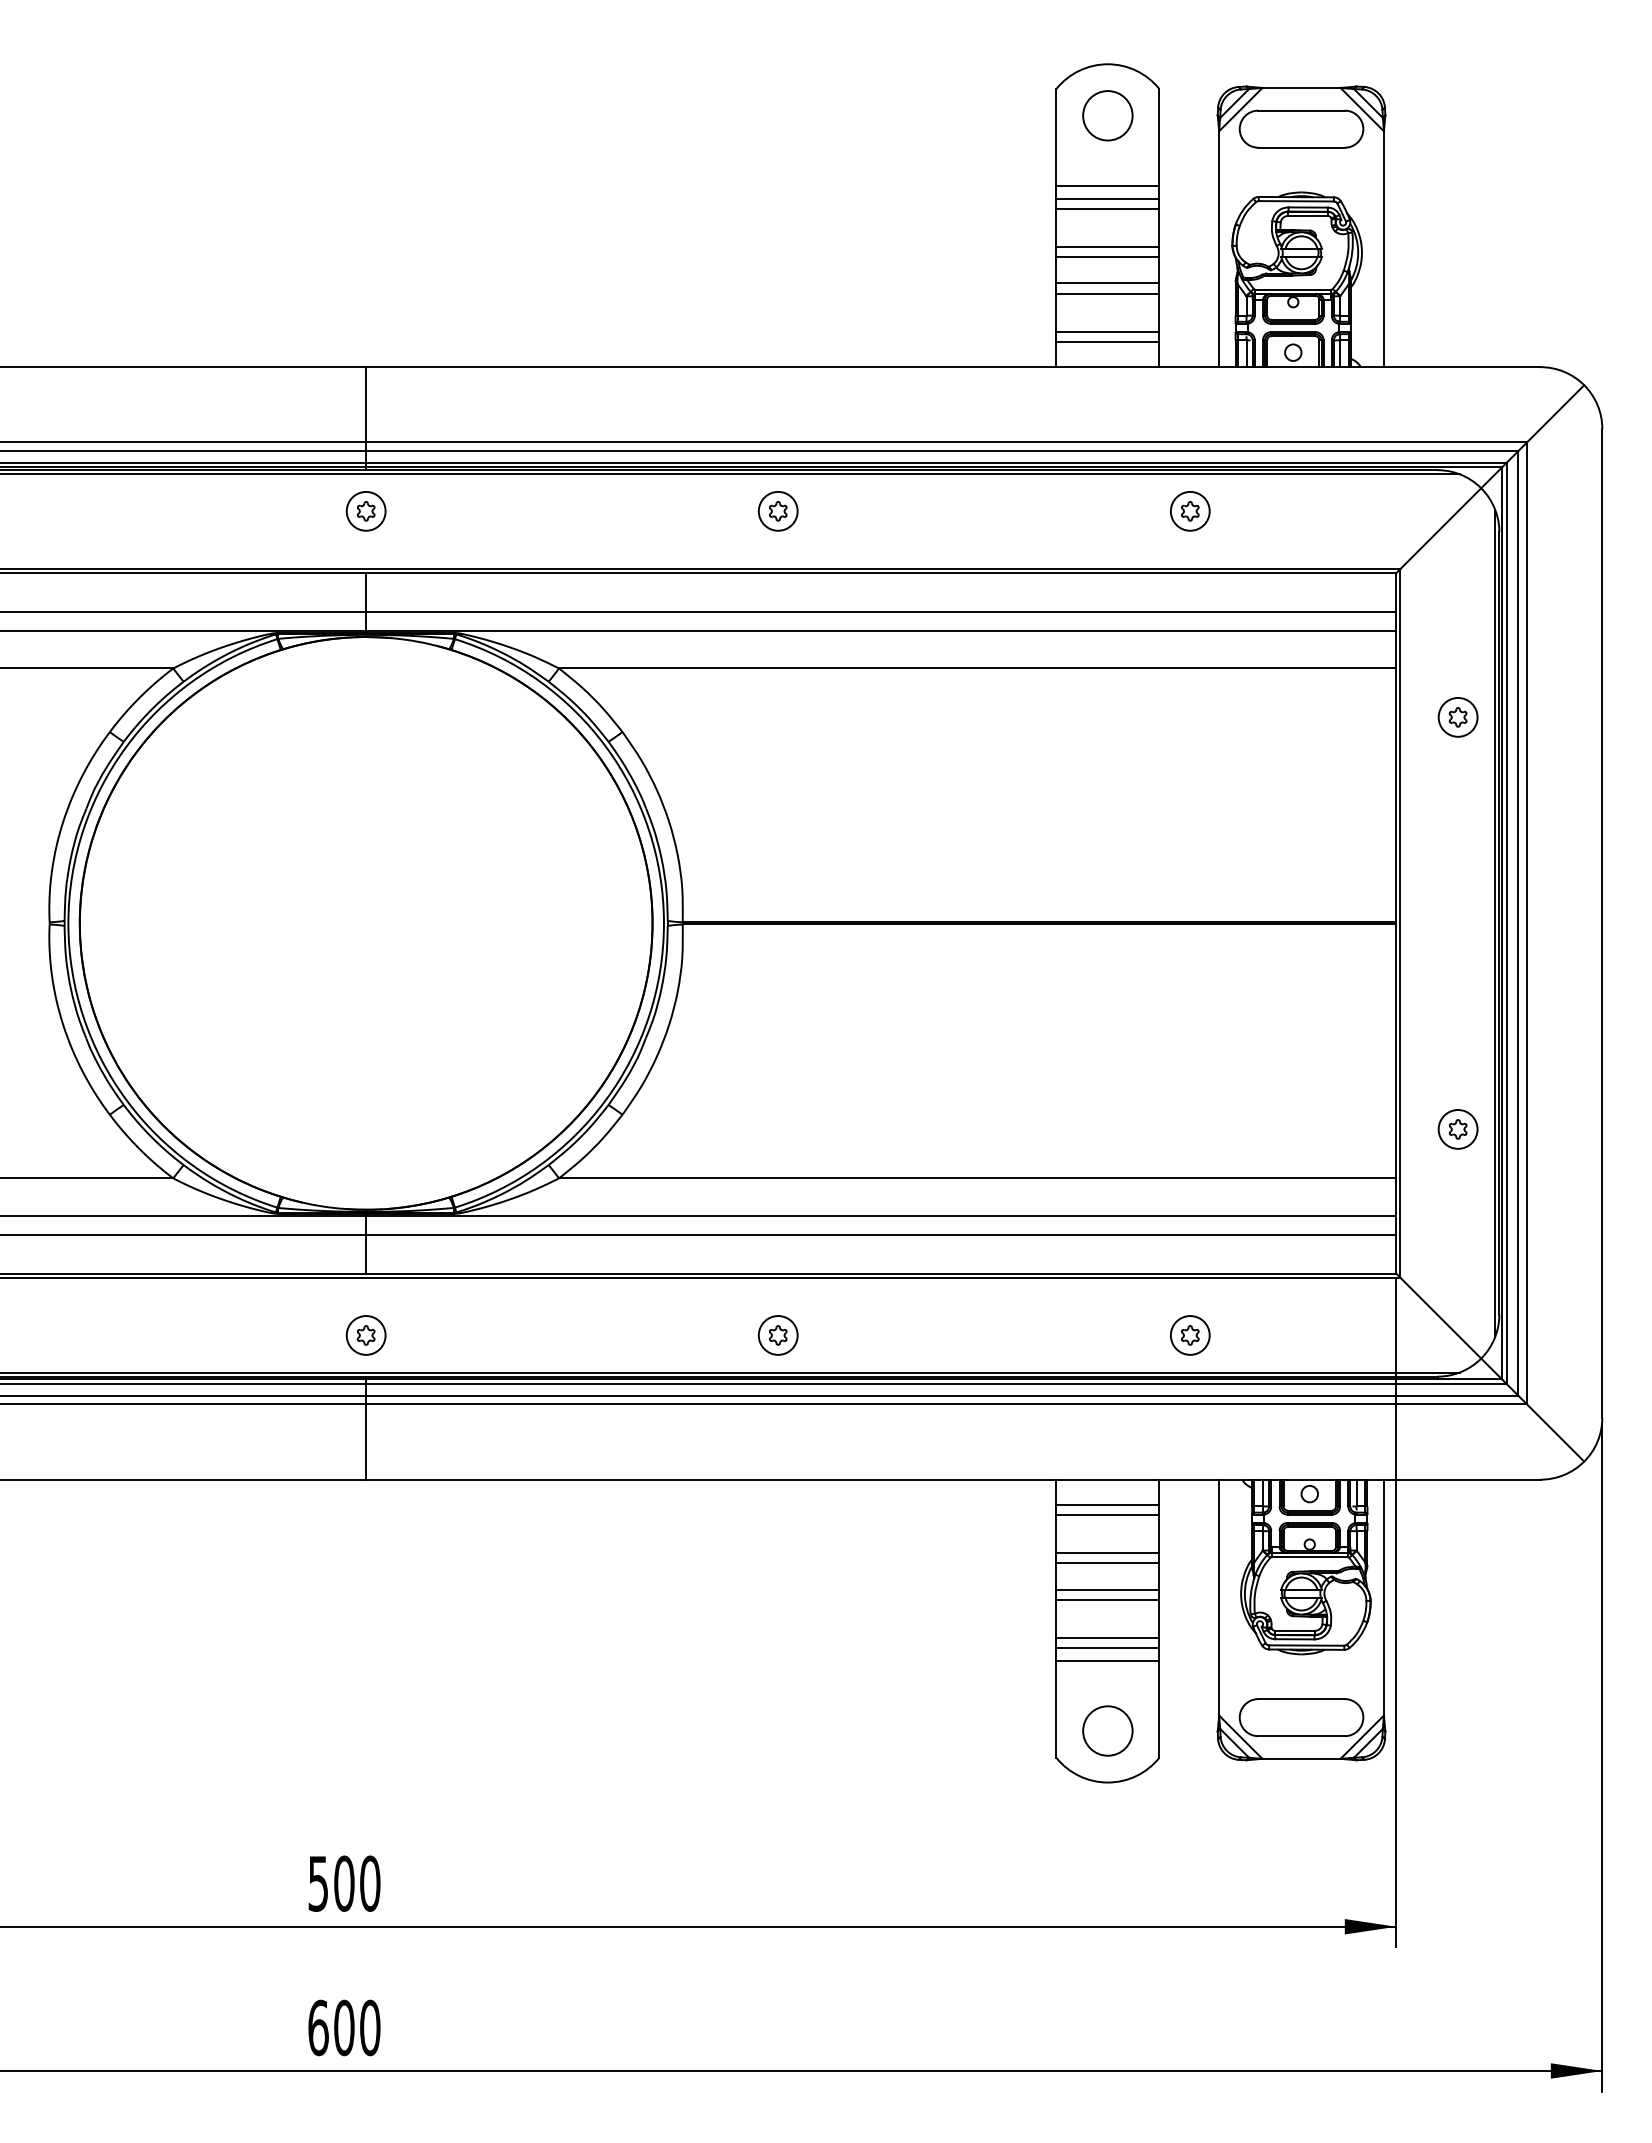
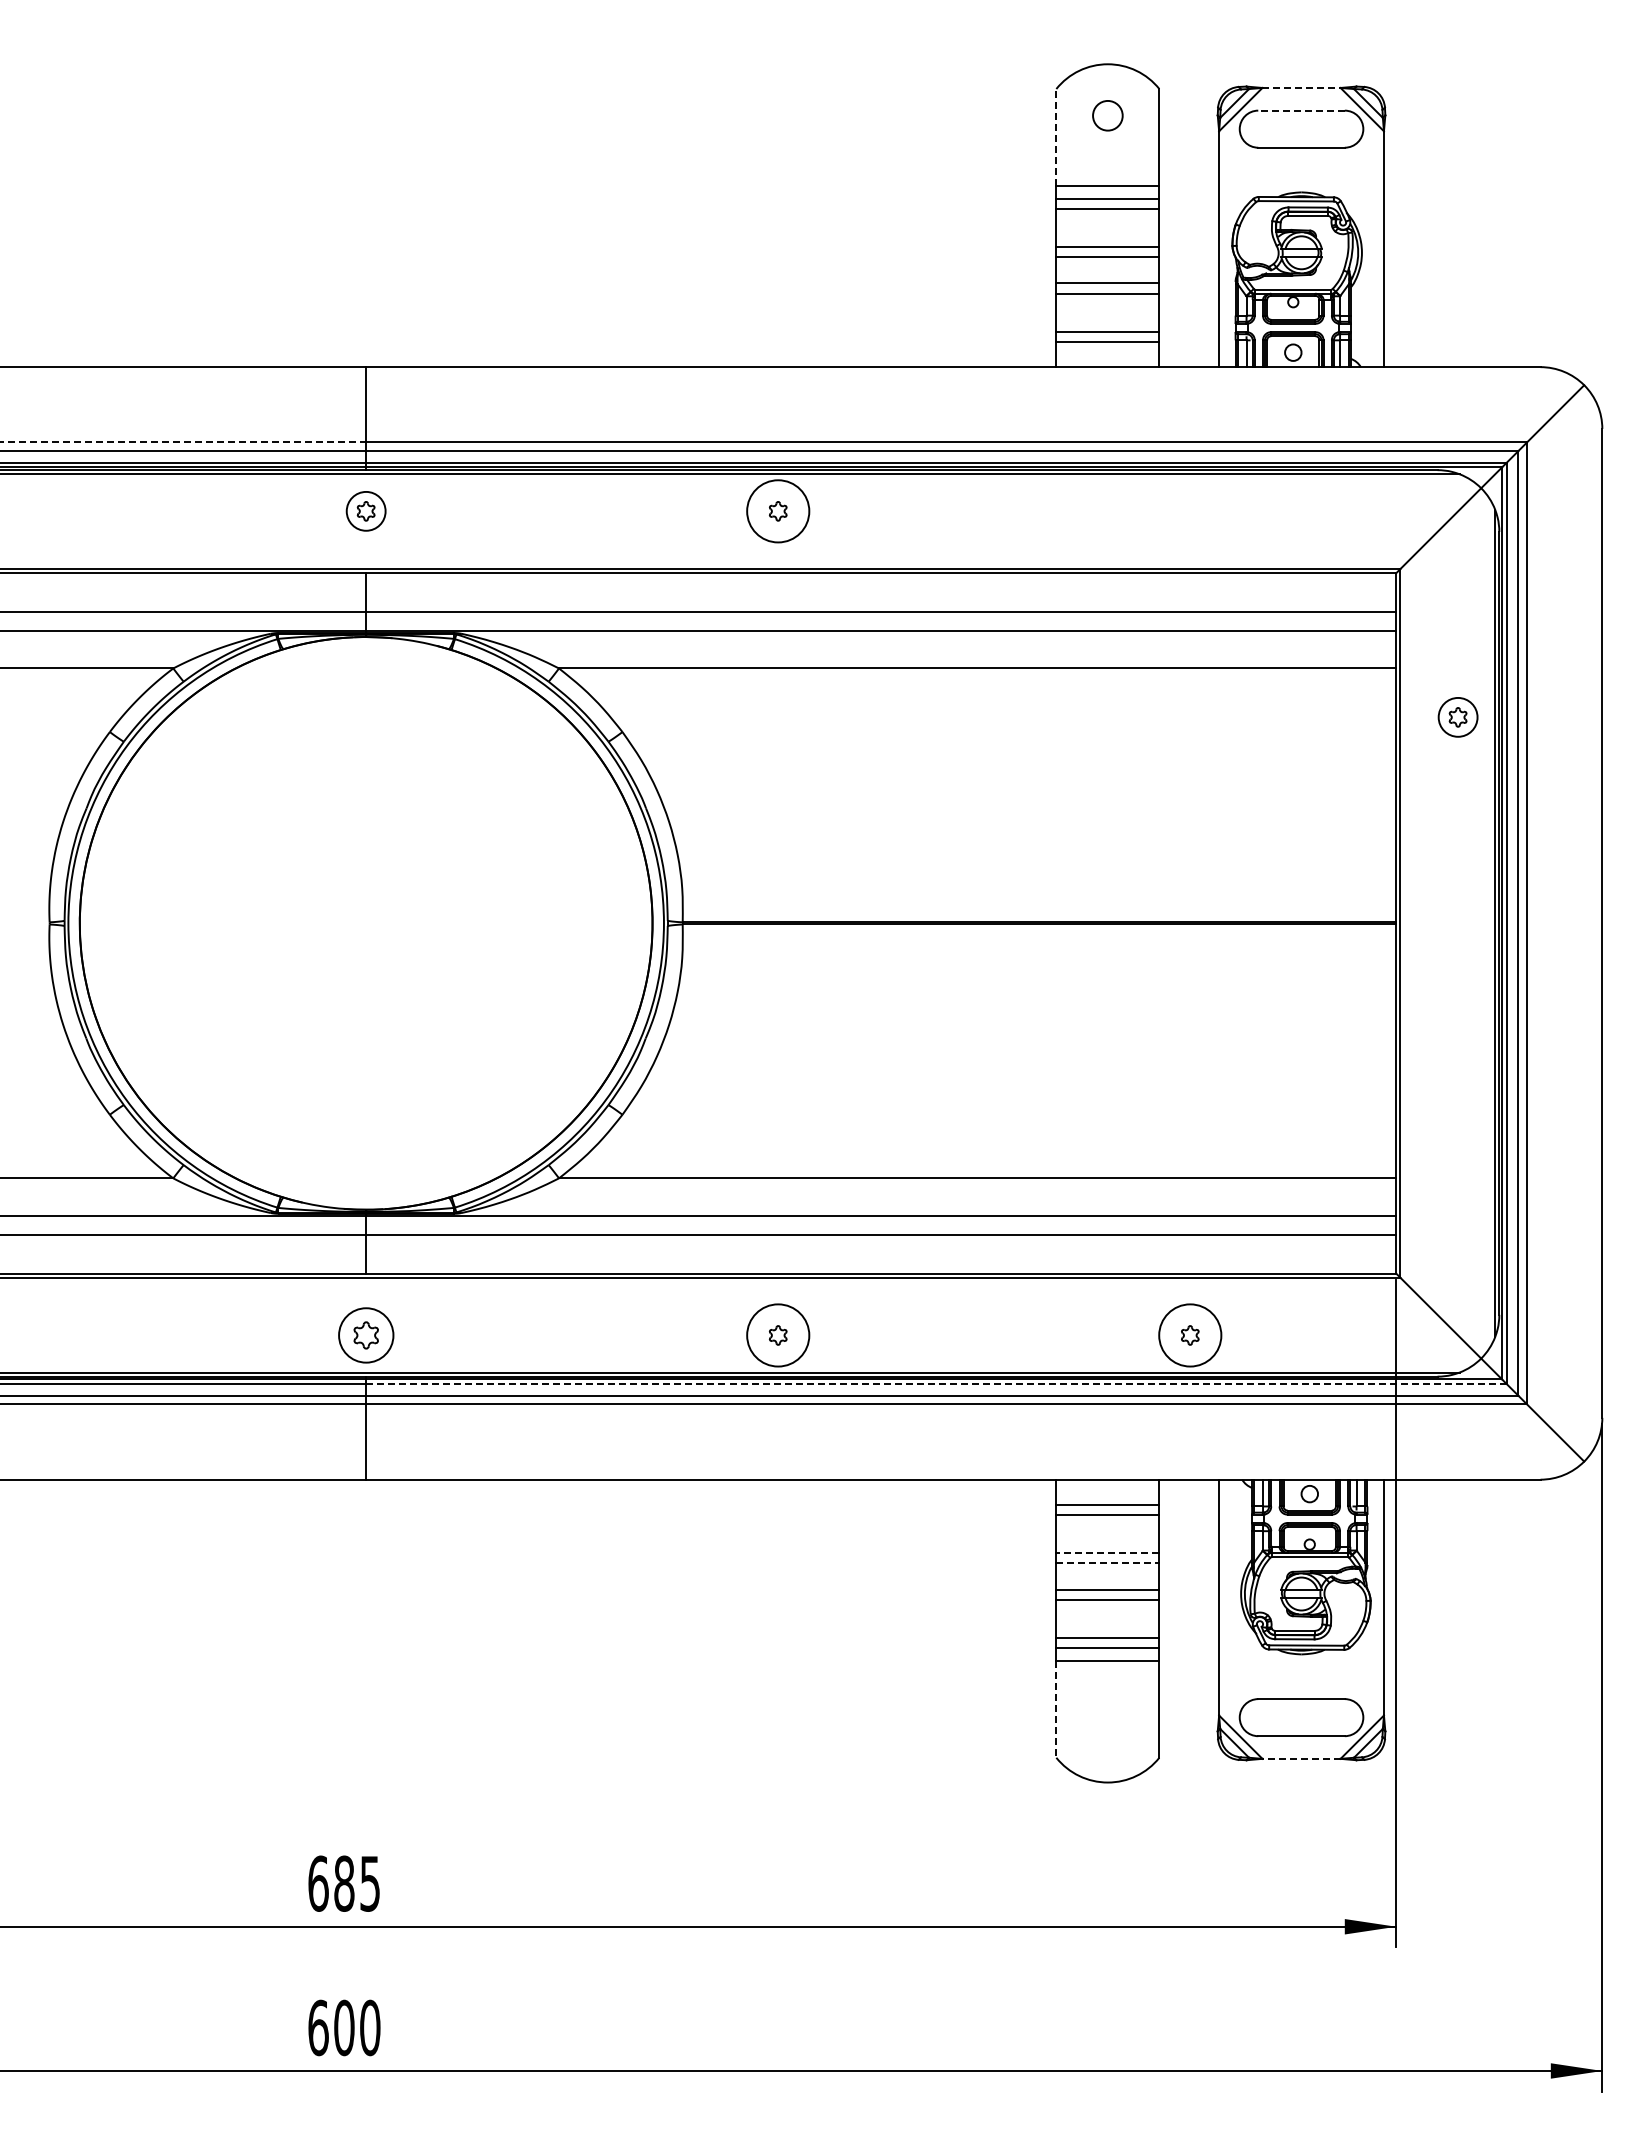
line at (1302, 87): solid -> dashed
line at (1301, 110): solid -> dashed
circle at (1107, 115) diameter: 49 px -> 30 px
line at (1056, 136): solid -> dashed
line at (183, 442): solid -> dashed
circle at (777, 510) diameter: 39 px -> 62 px
part at (1190, 511): present -> none
part at (1457, 1129): present -> none
part at (365, 1335) size: 42x41 px -> 57x57 px
circle at (777, 1335) diameter: 39 px -> 62 px
circle at (1189, 1335) diameter: 39 px -> 62 px
line at (935, 1383): solid -> dashed
line at (1107, 1553): solid -> dashed
line at (1107, 1563): solid -> dashed
line at (1056, 1709): solid -> dashed
circle at (1107, 1730): present -> none
line at (1301, 1758): solid -> dashed
text at (344, 1883): 500 -> 685
